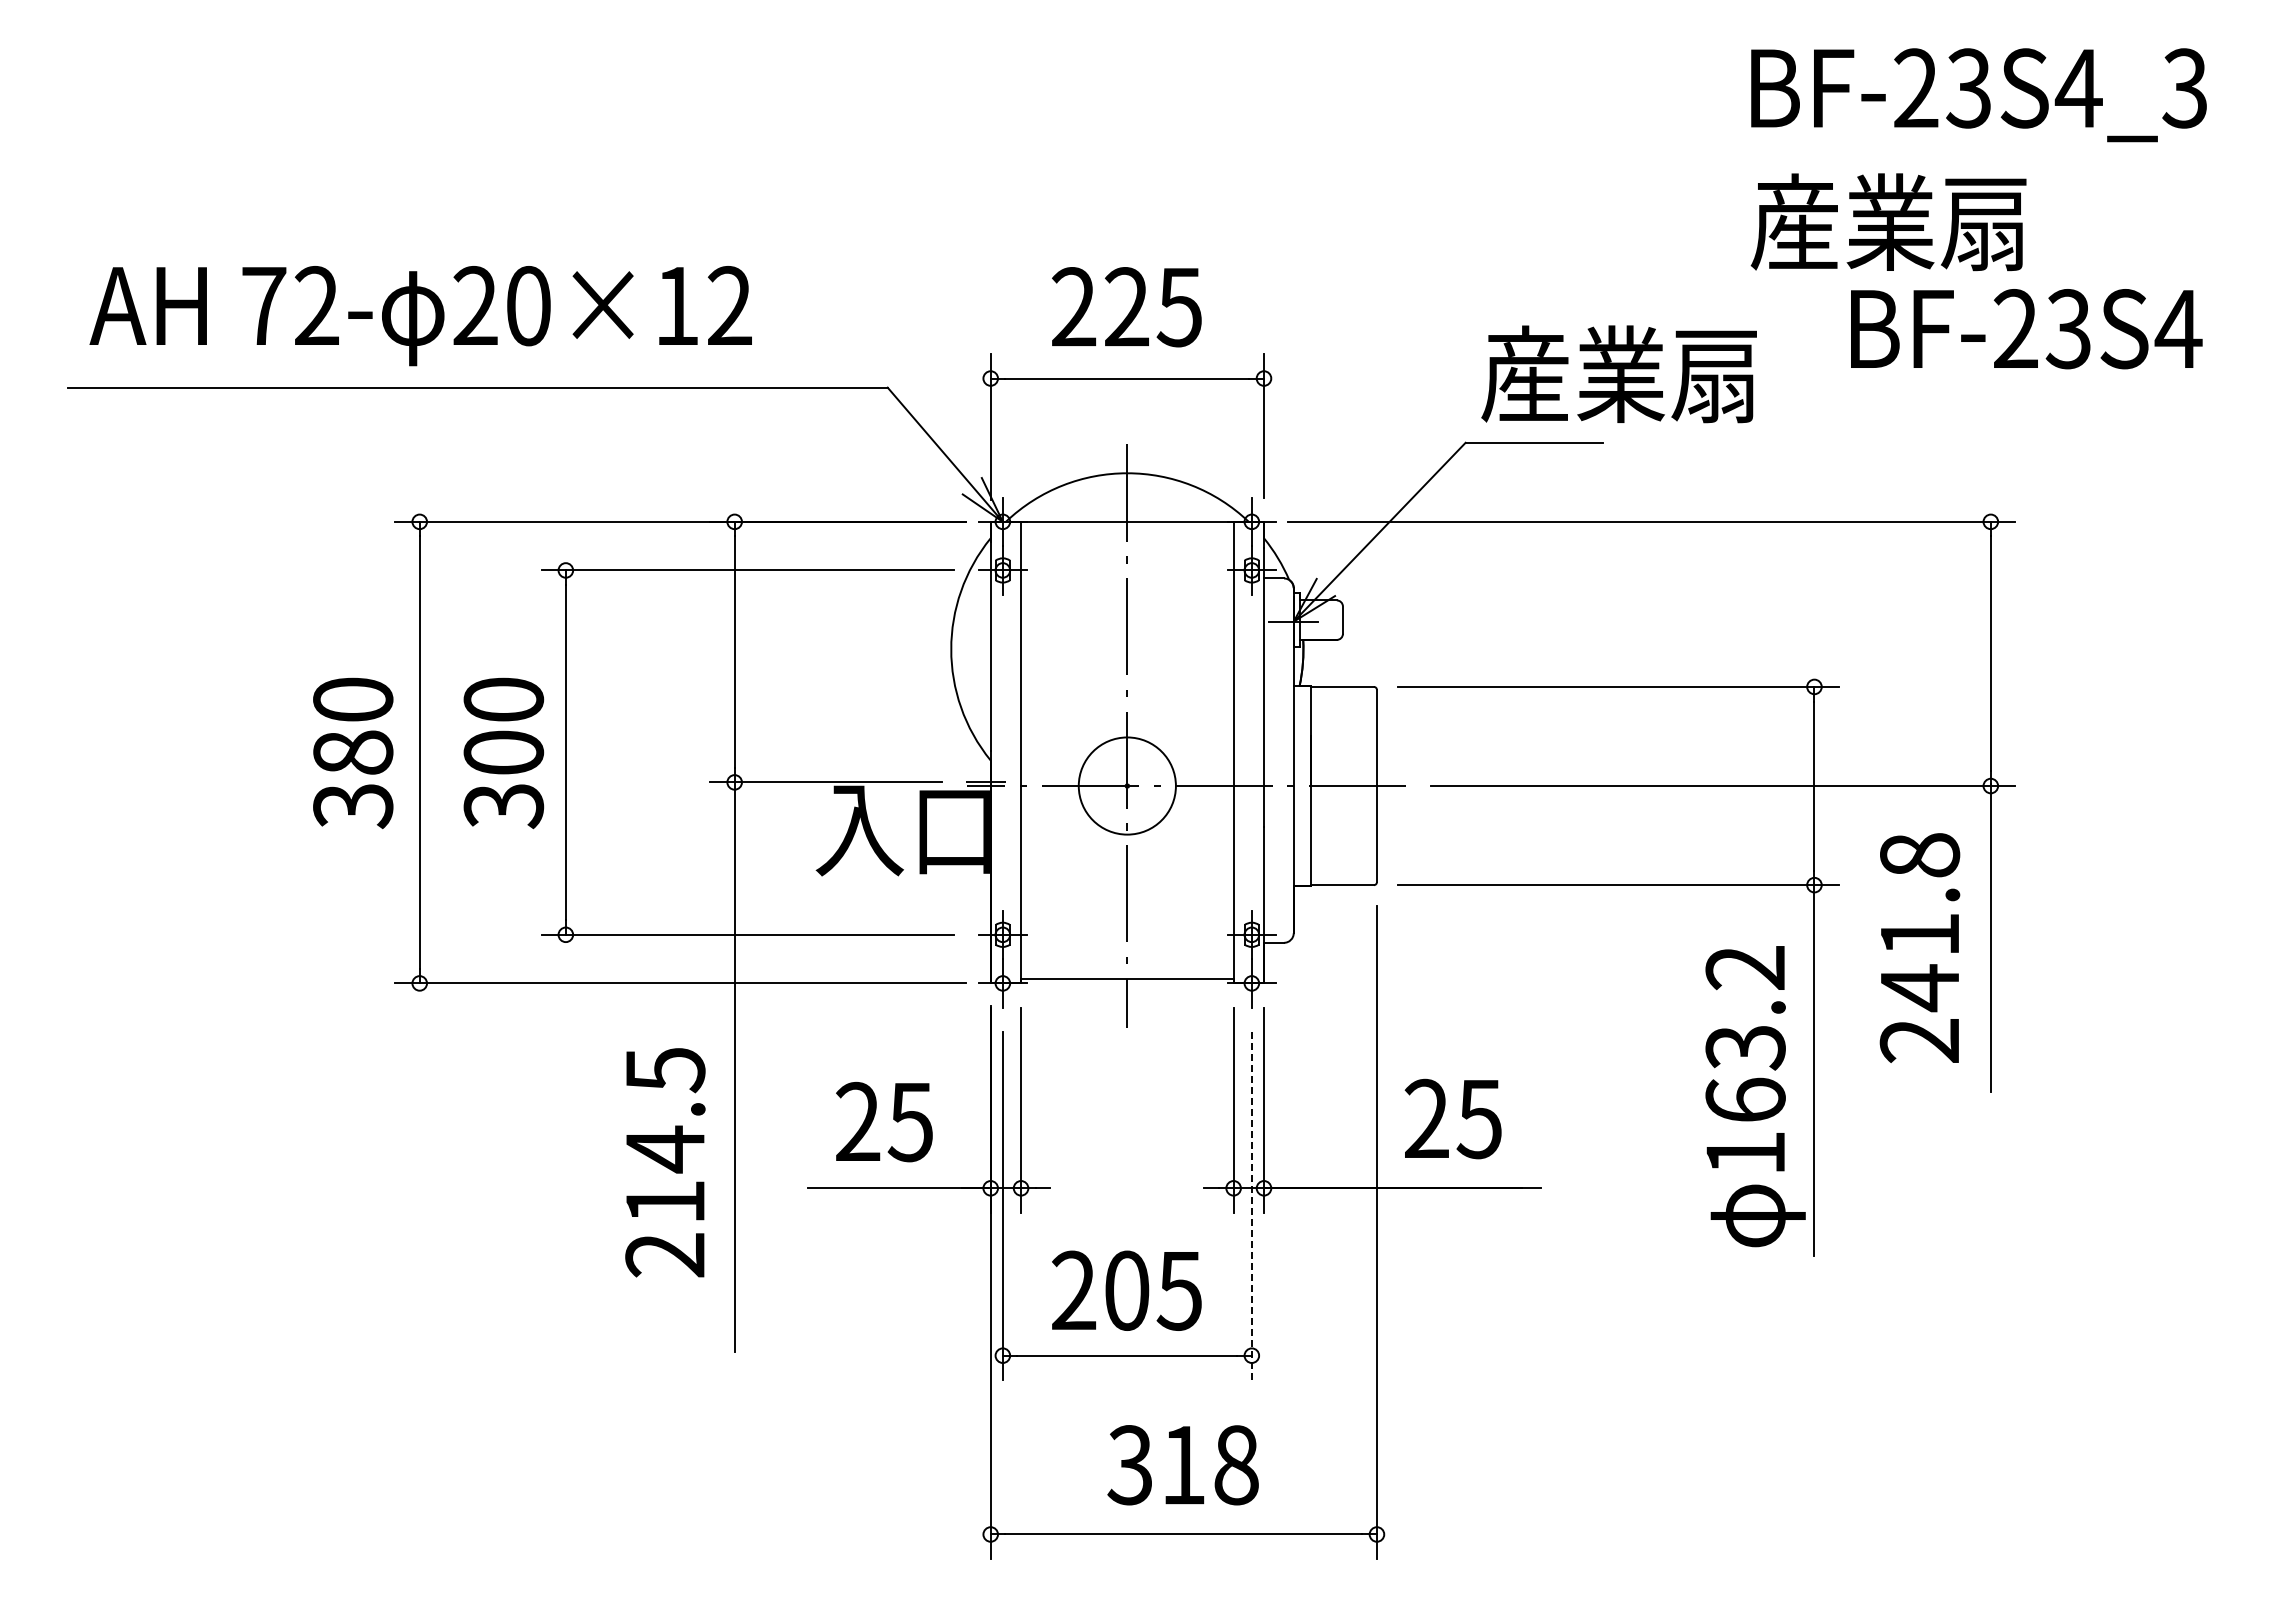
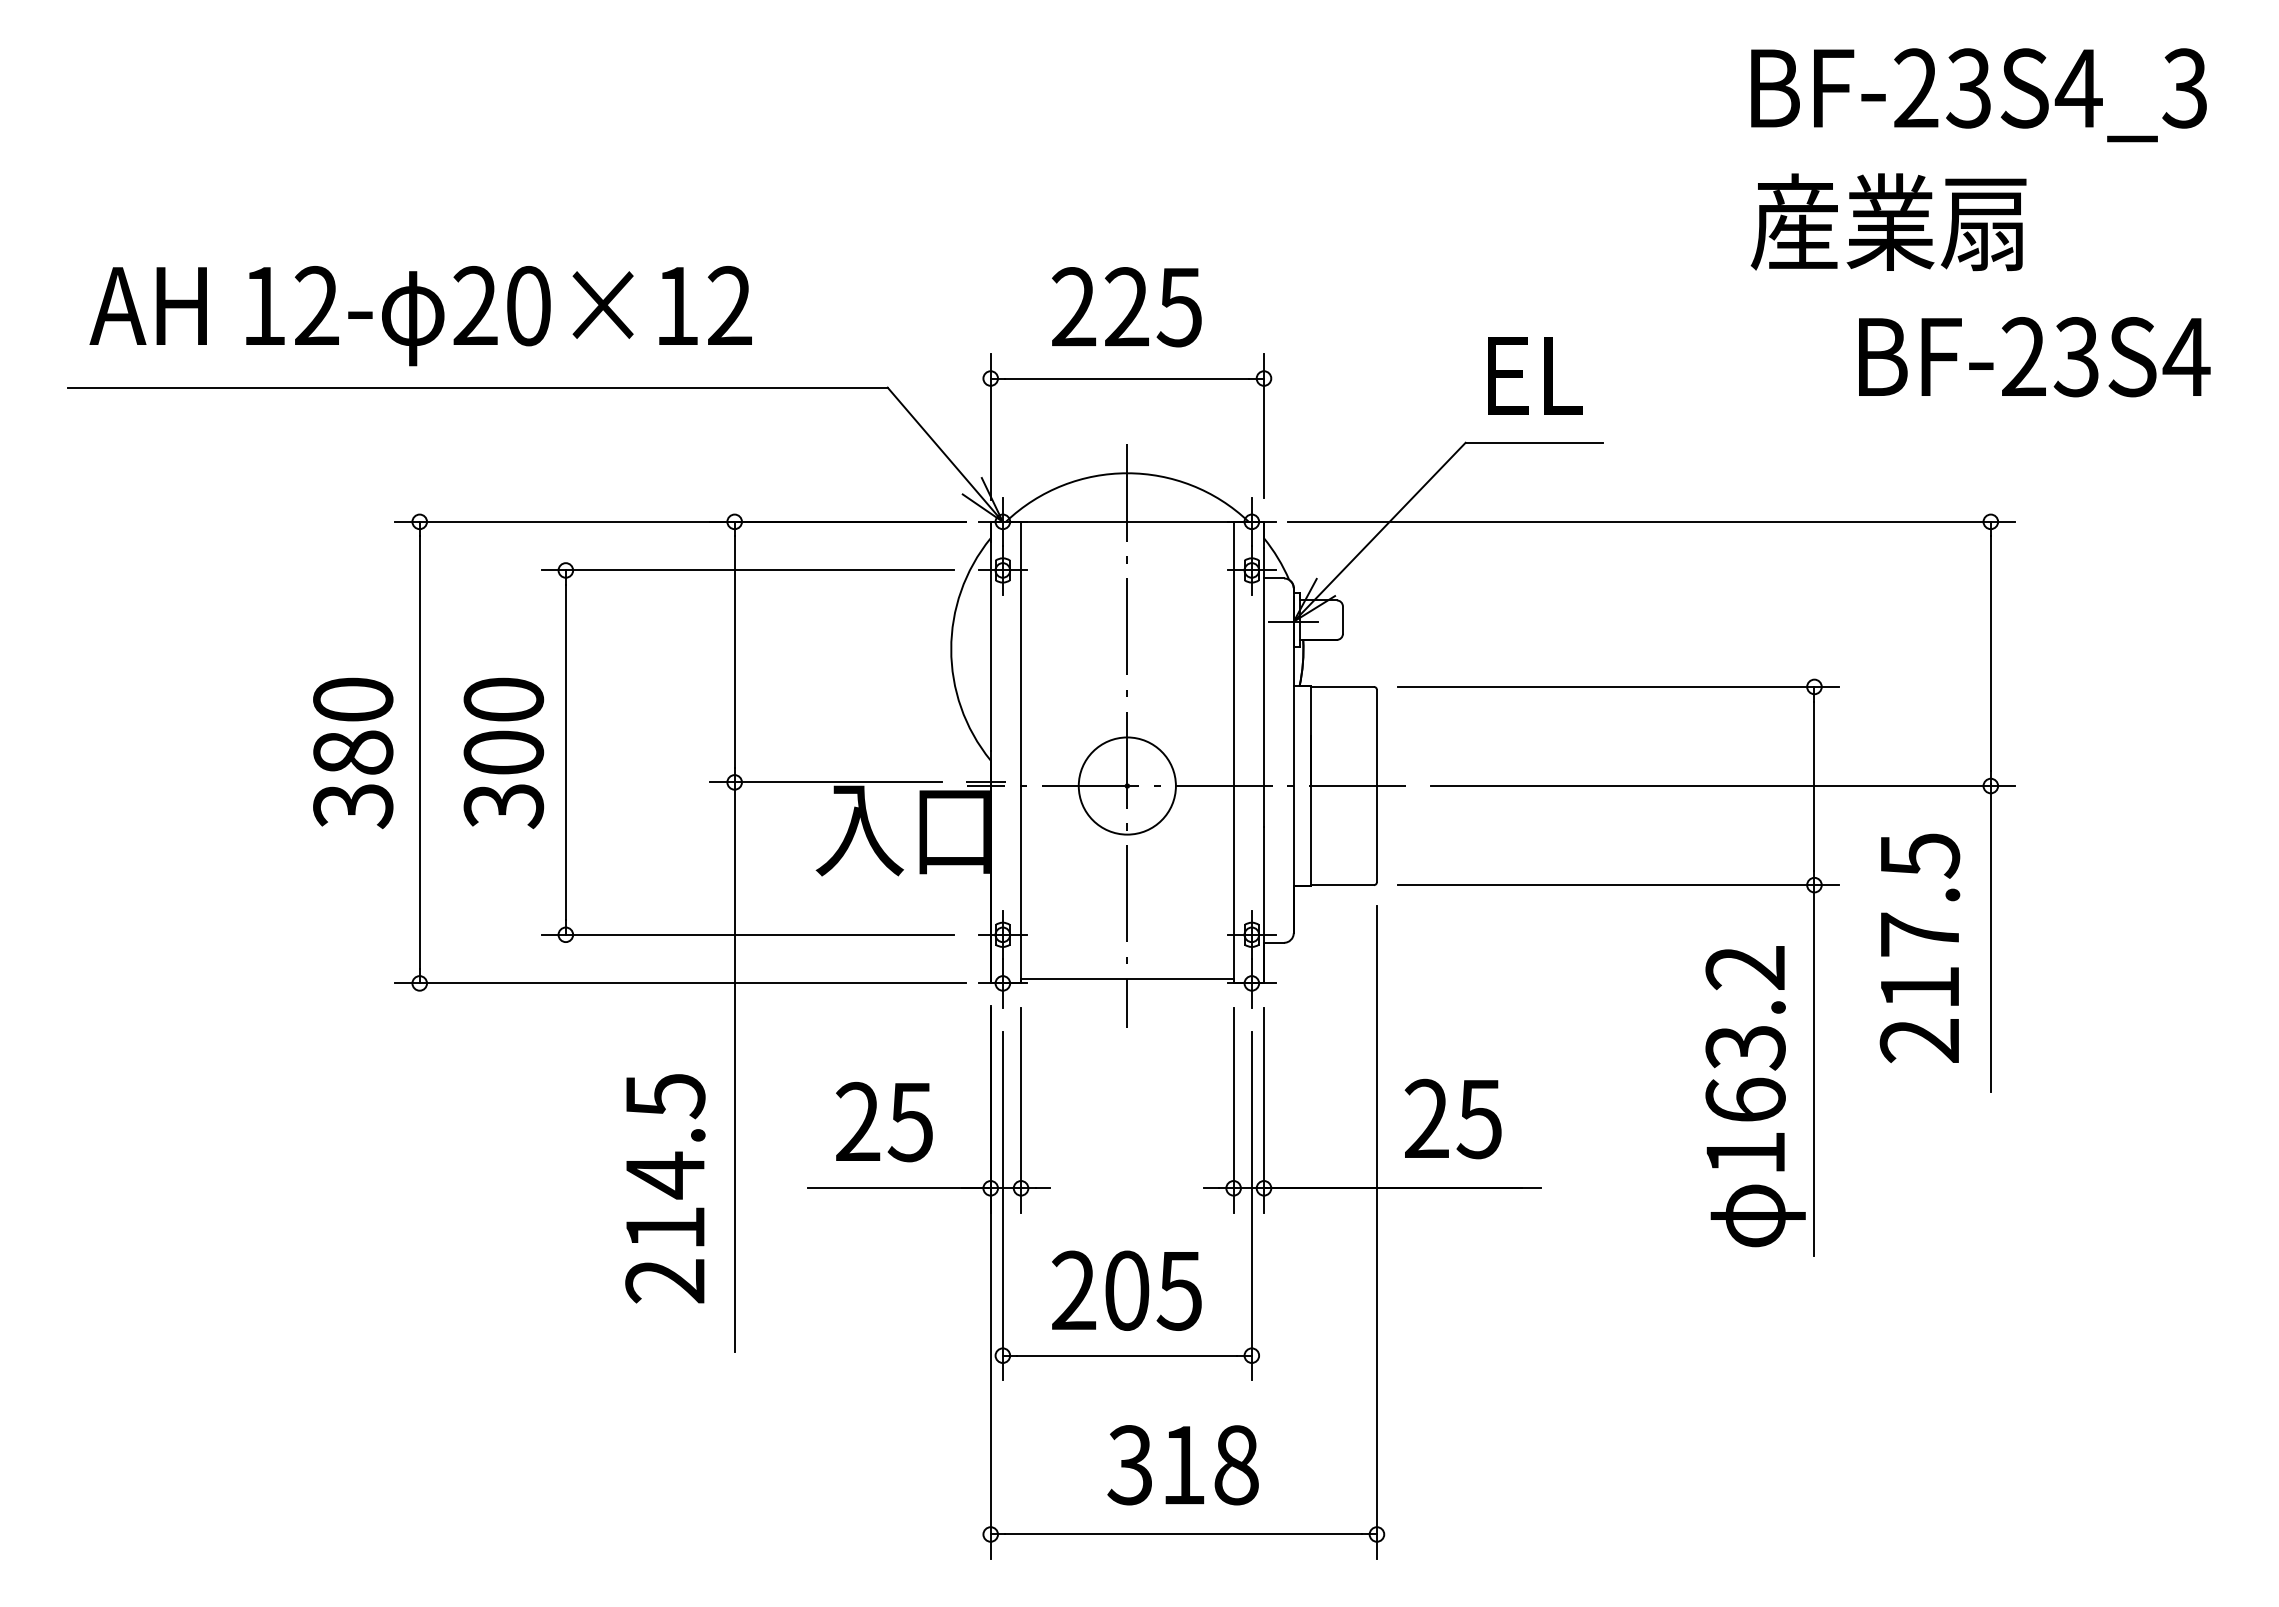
text at (264, 305): 72- -> 12-
text at (2026, 329) position: (2026, 329) -> (2034, 357)
text at (1618, 374): 産業扇 -> EL
text at (1920, 922): 241.8 -> 217.5
text at (665, 1162) position: (665, 1162) -> (665, 1188)
line at (1251, 1205): dashed -> solid
